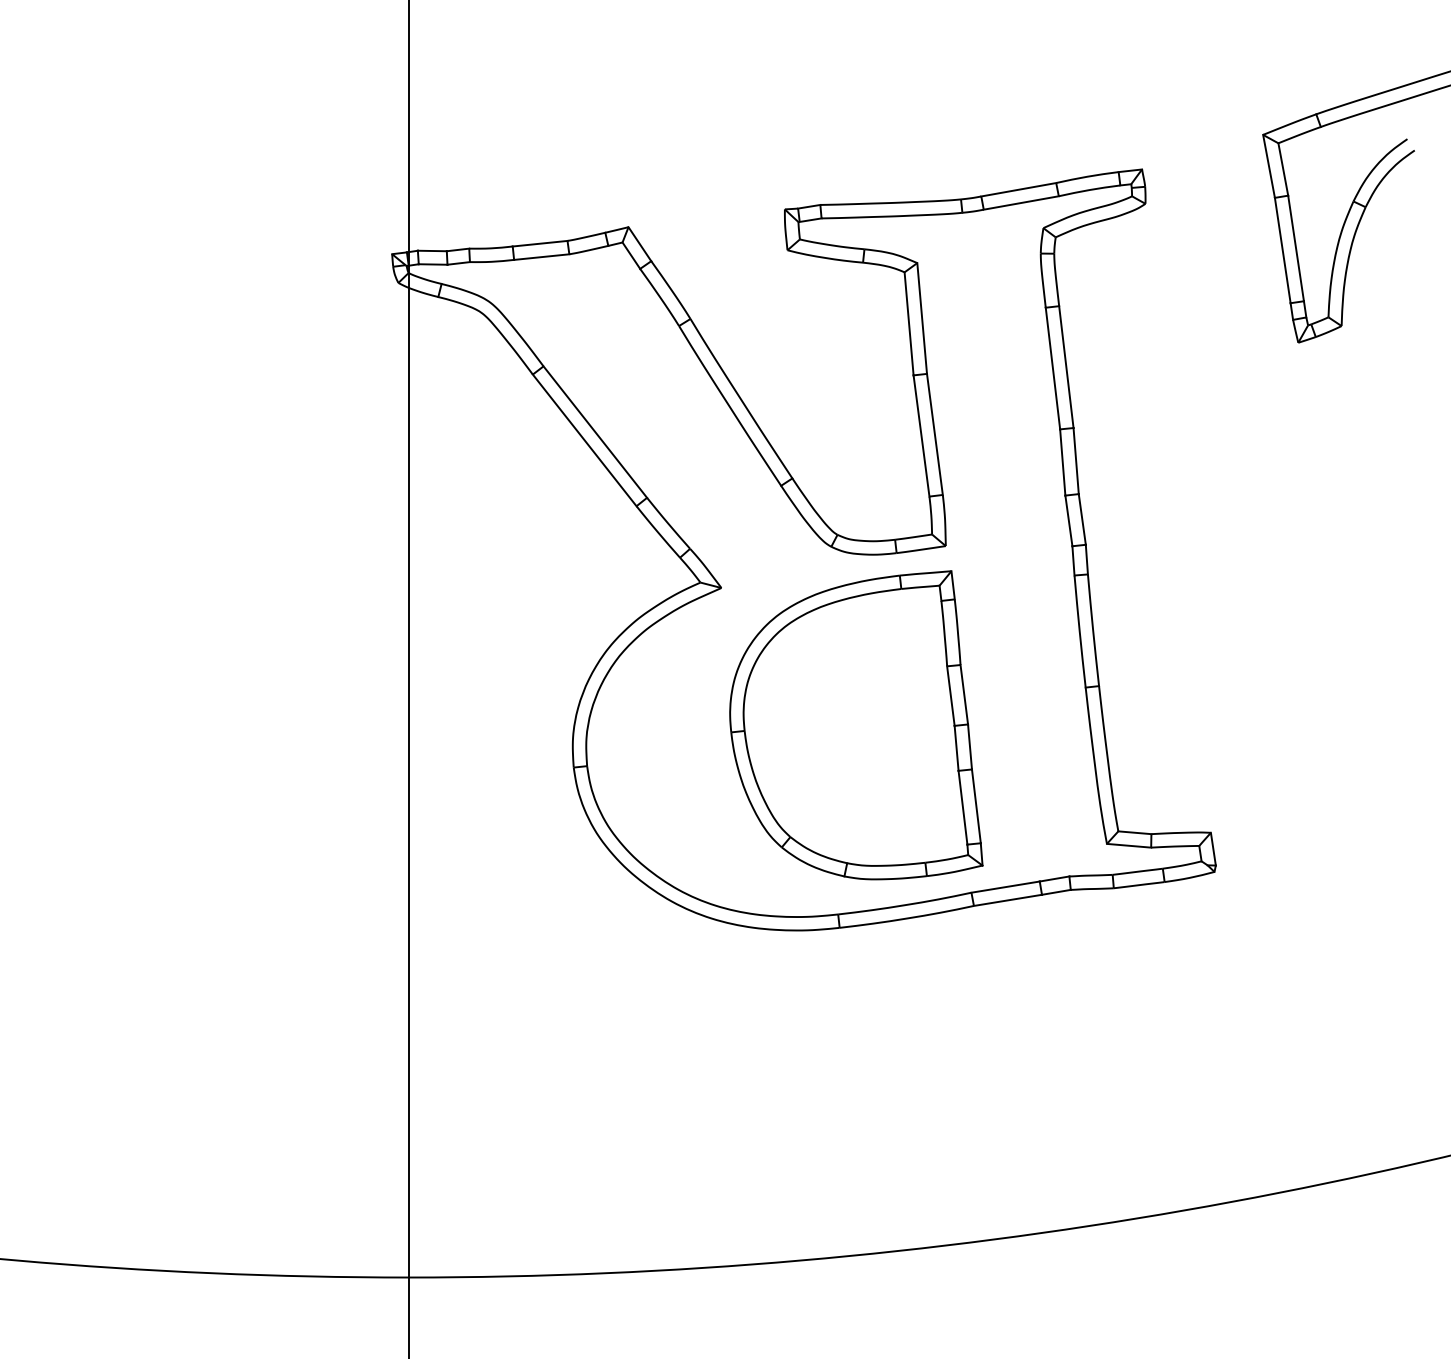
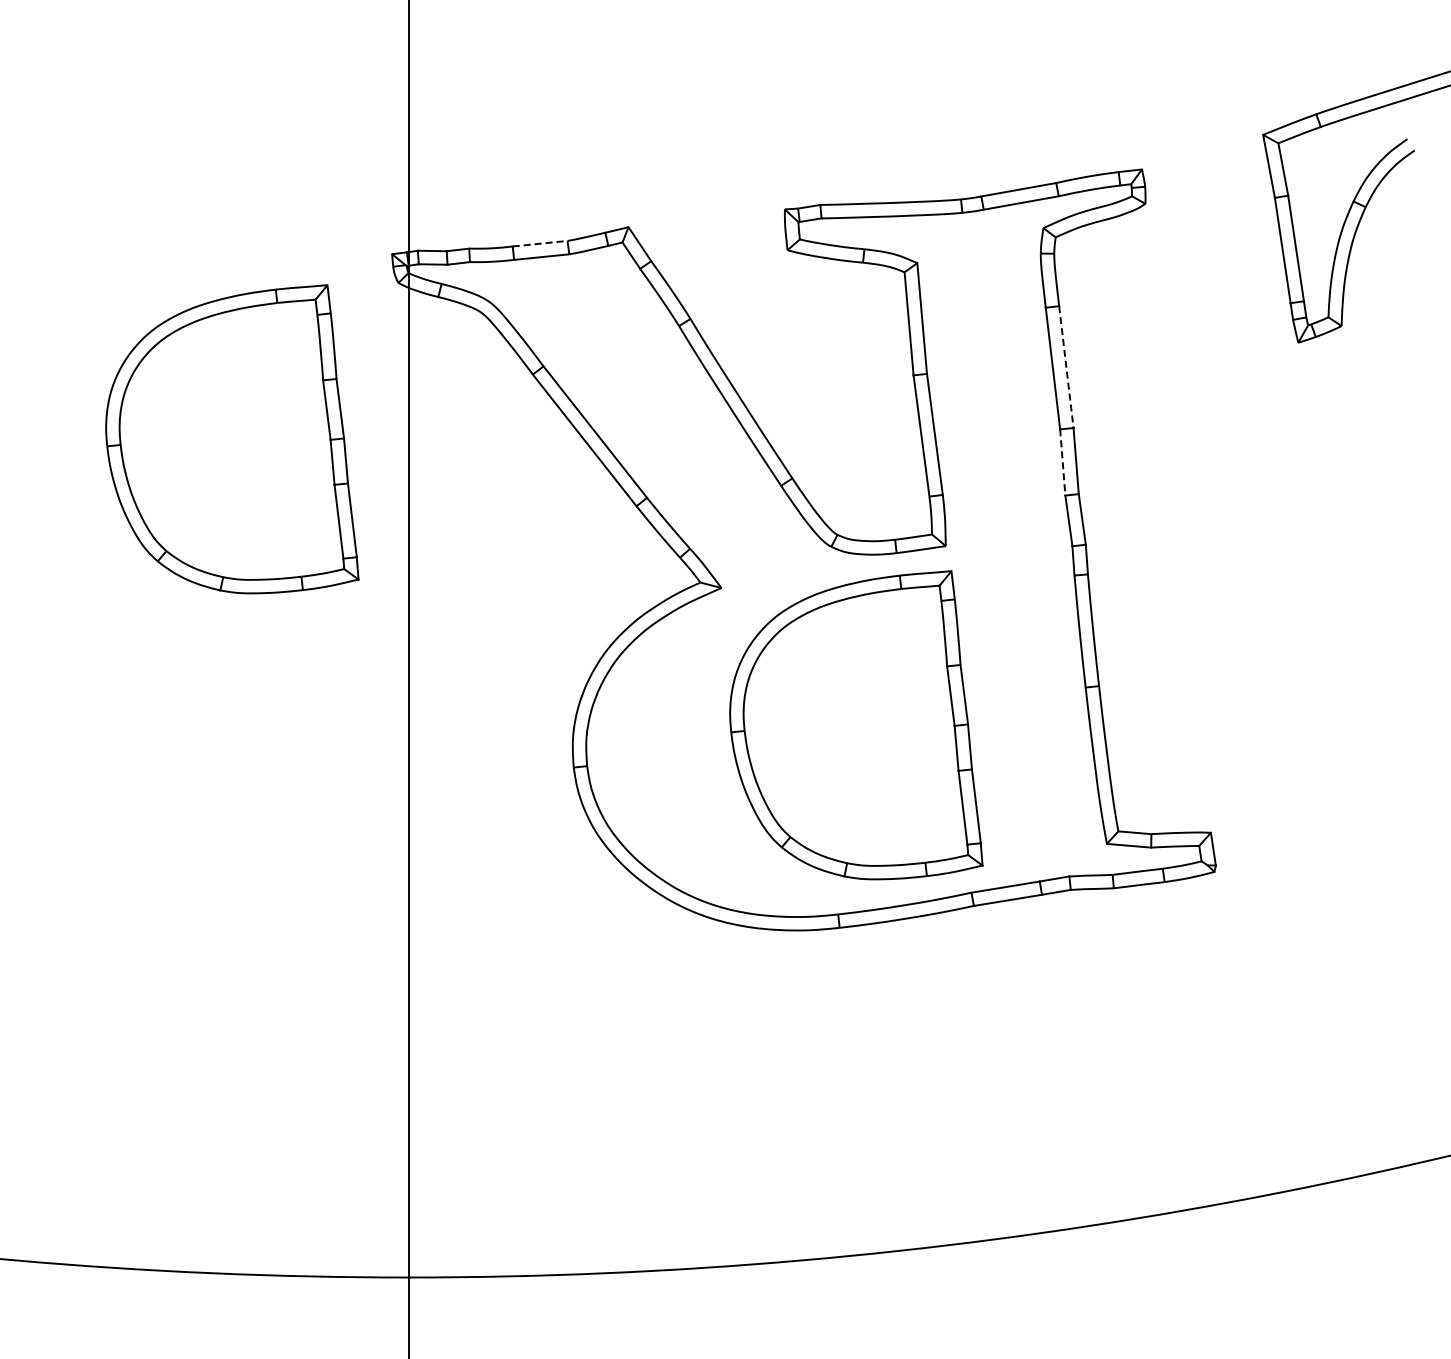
line at (540, 243): solid -> dashed
line at (1066, 367): solid -> dashed
part at (232, 439): none -> present
line at (1062, 462): solid -> dashed
